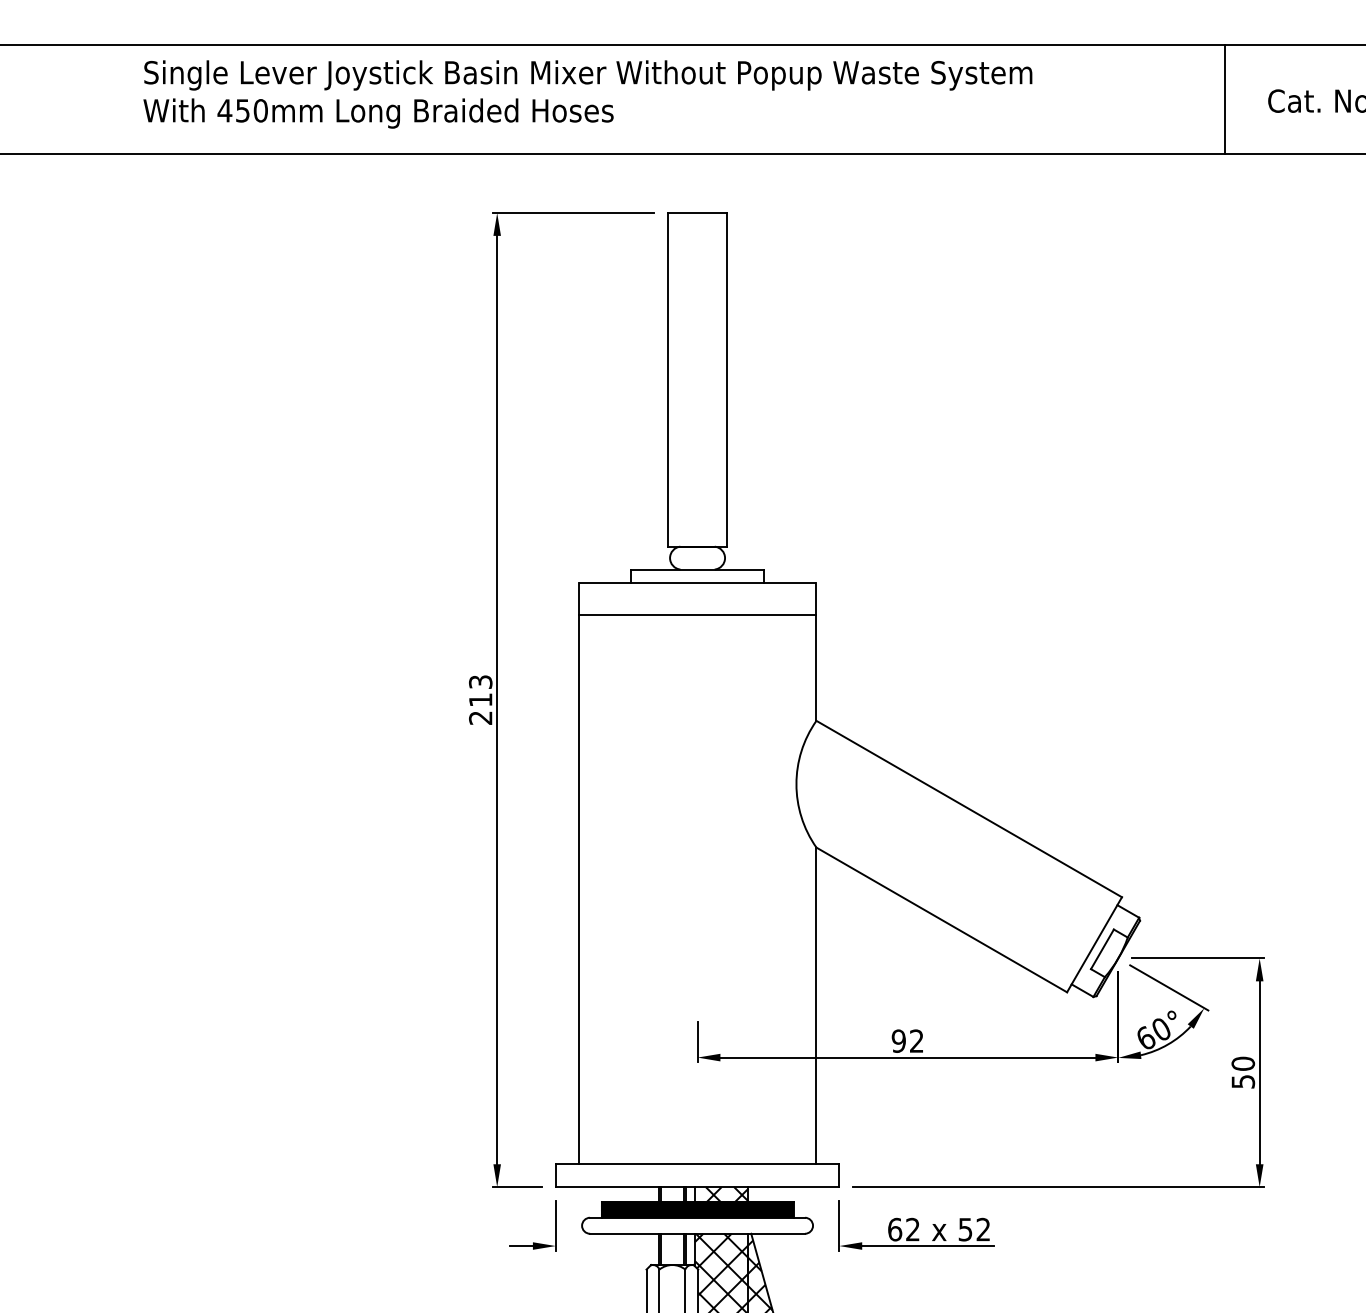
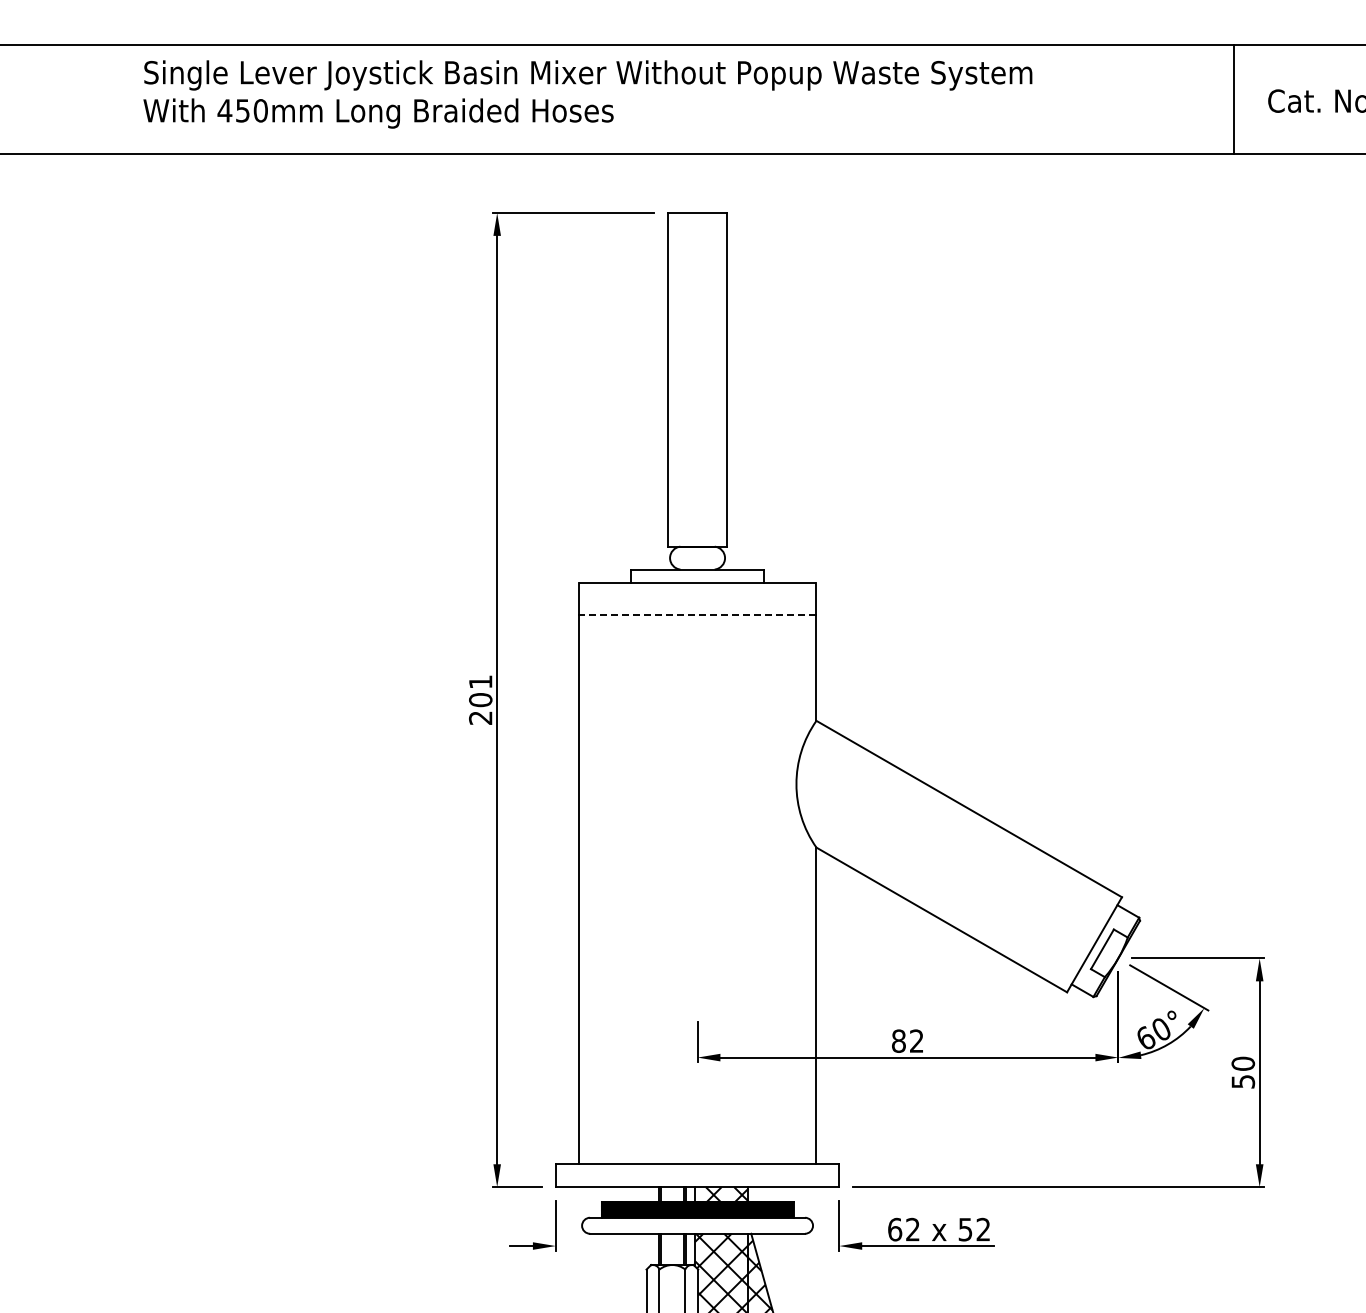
line at (1224, 99) position: (1224, 99) -> (1233, 99)
line at (697, 615): solid -> dashed
text at (480, 691): 213 -> 201
text at (898, 1040): 92 -> 82
